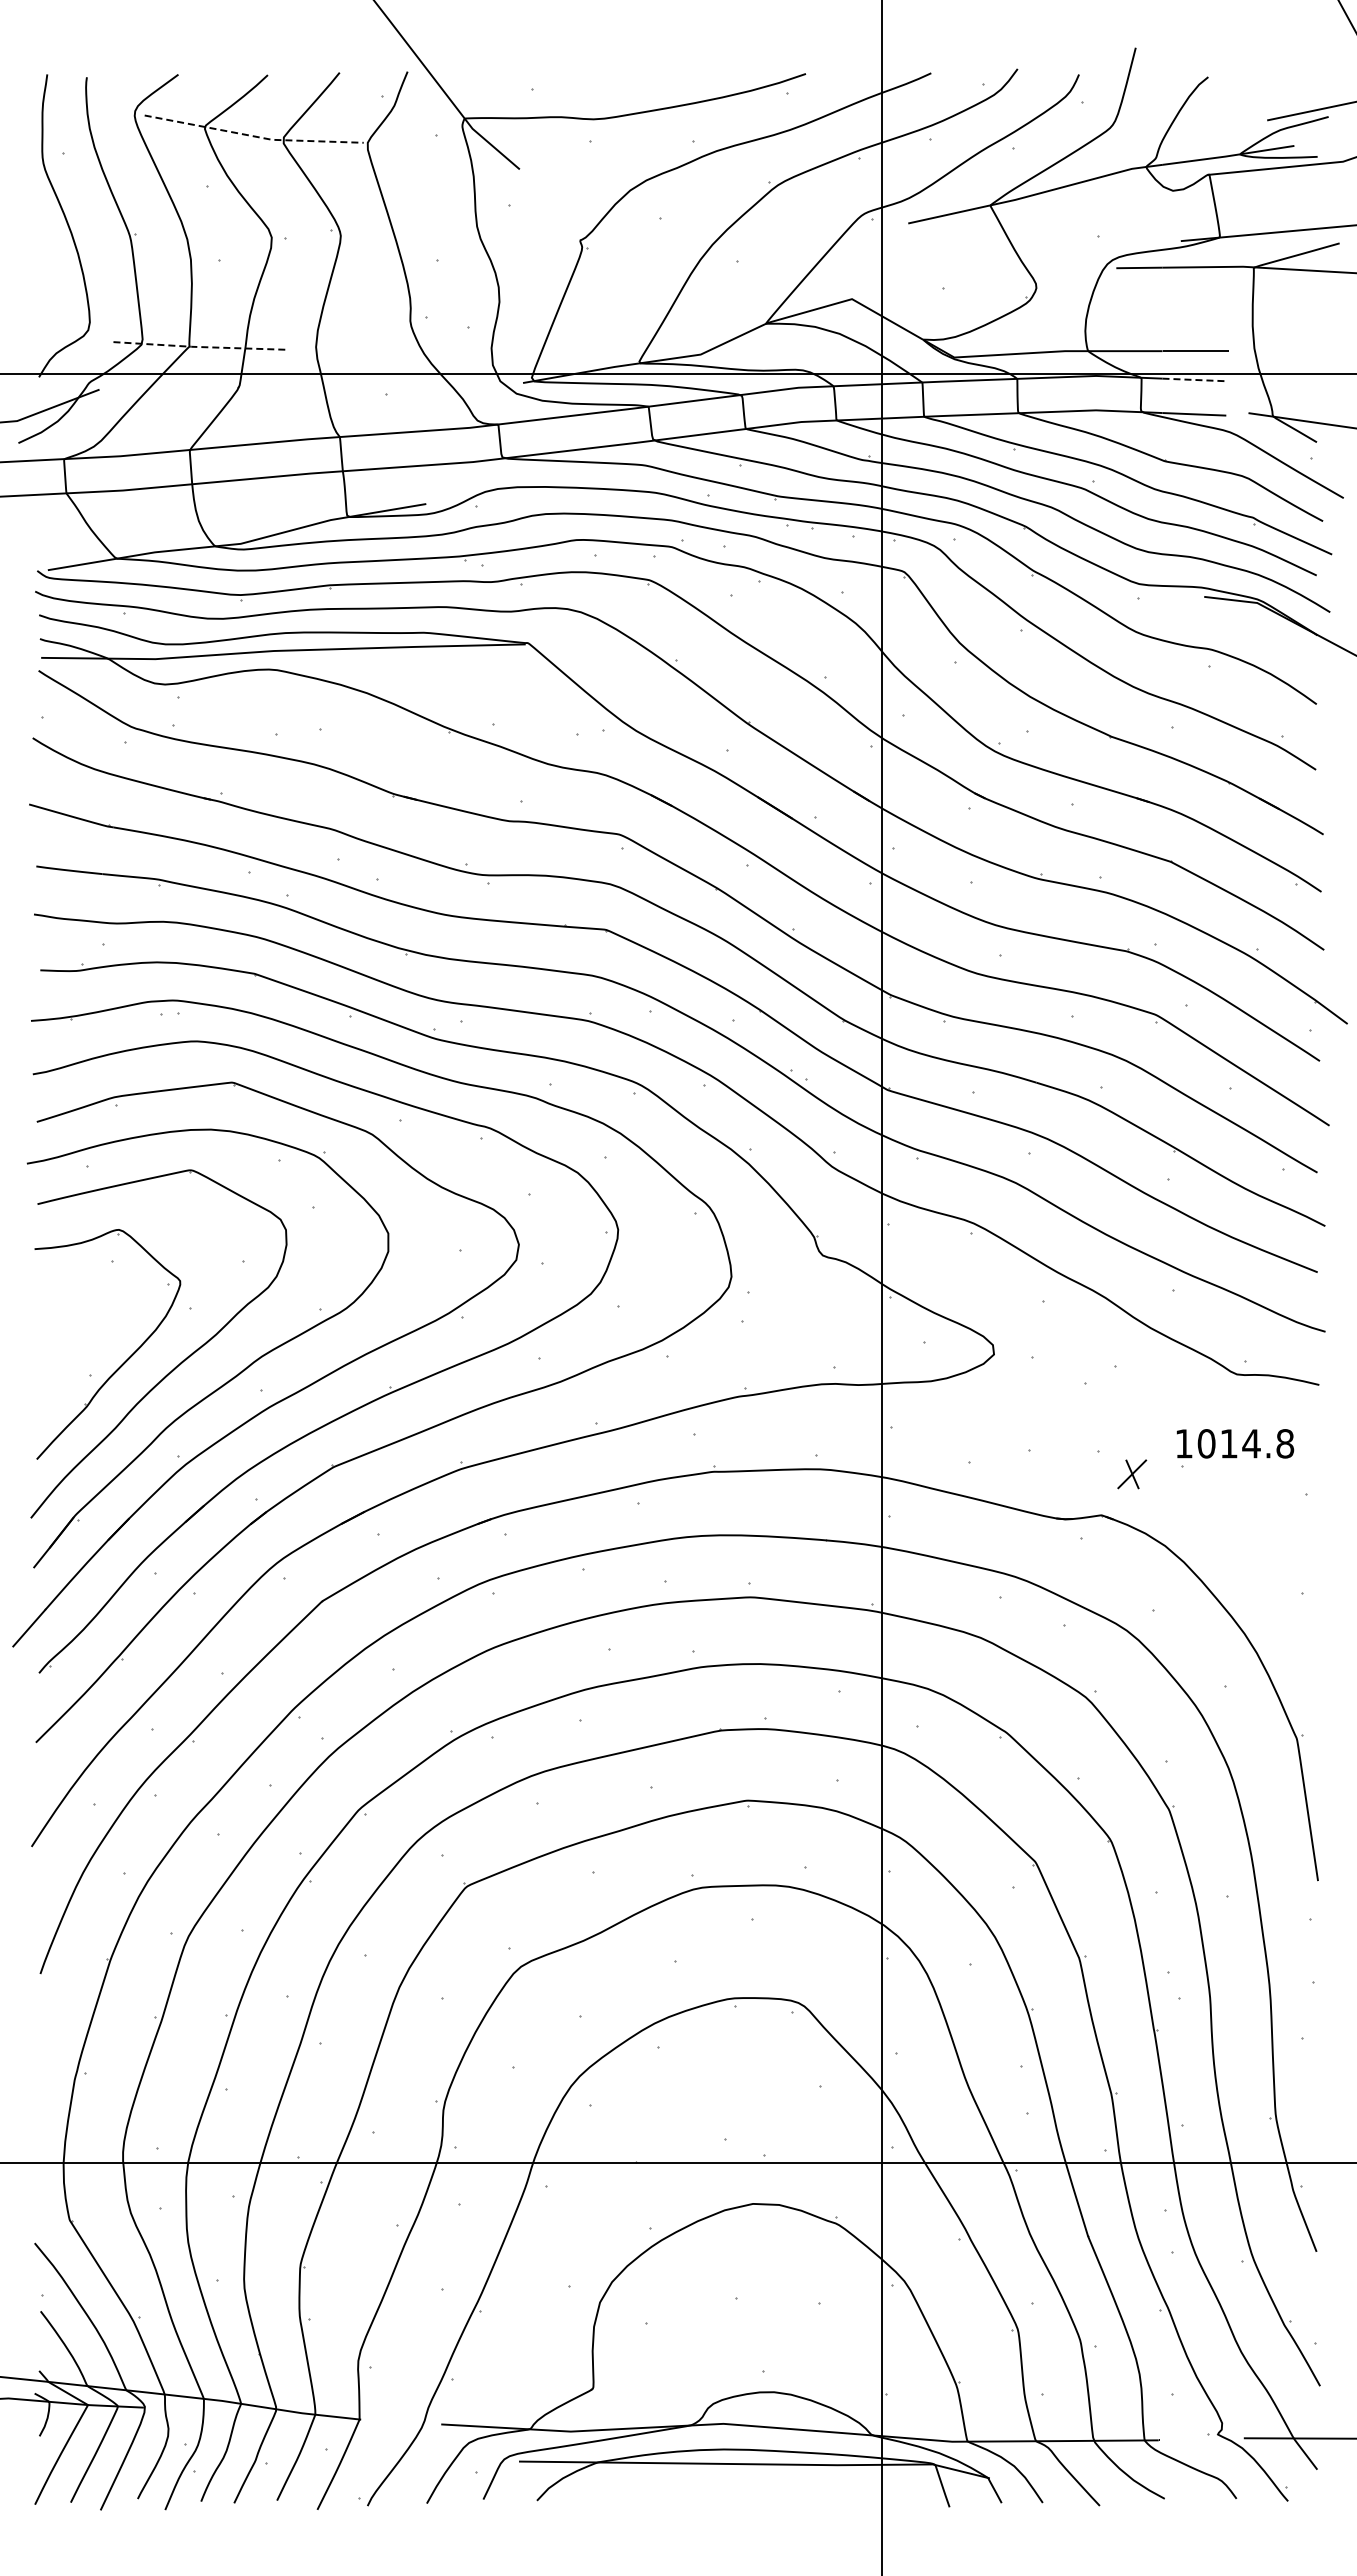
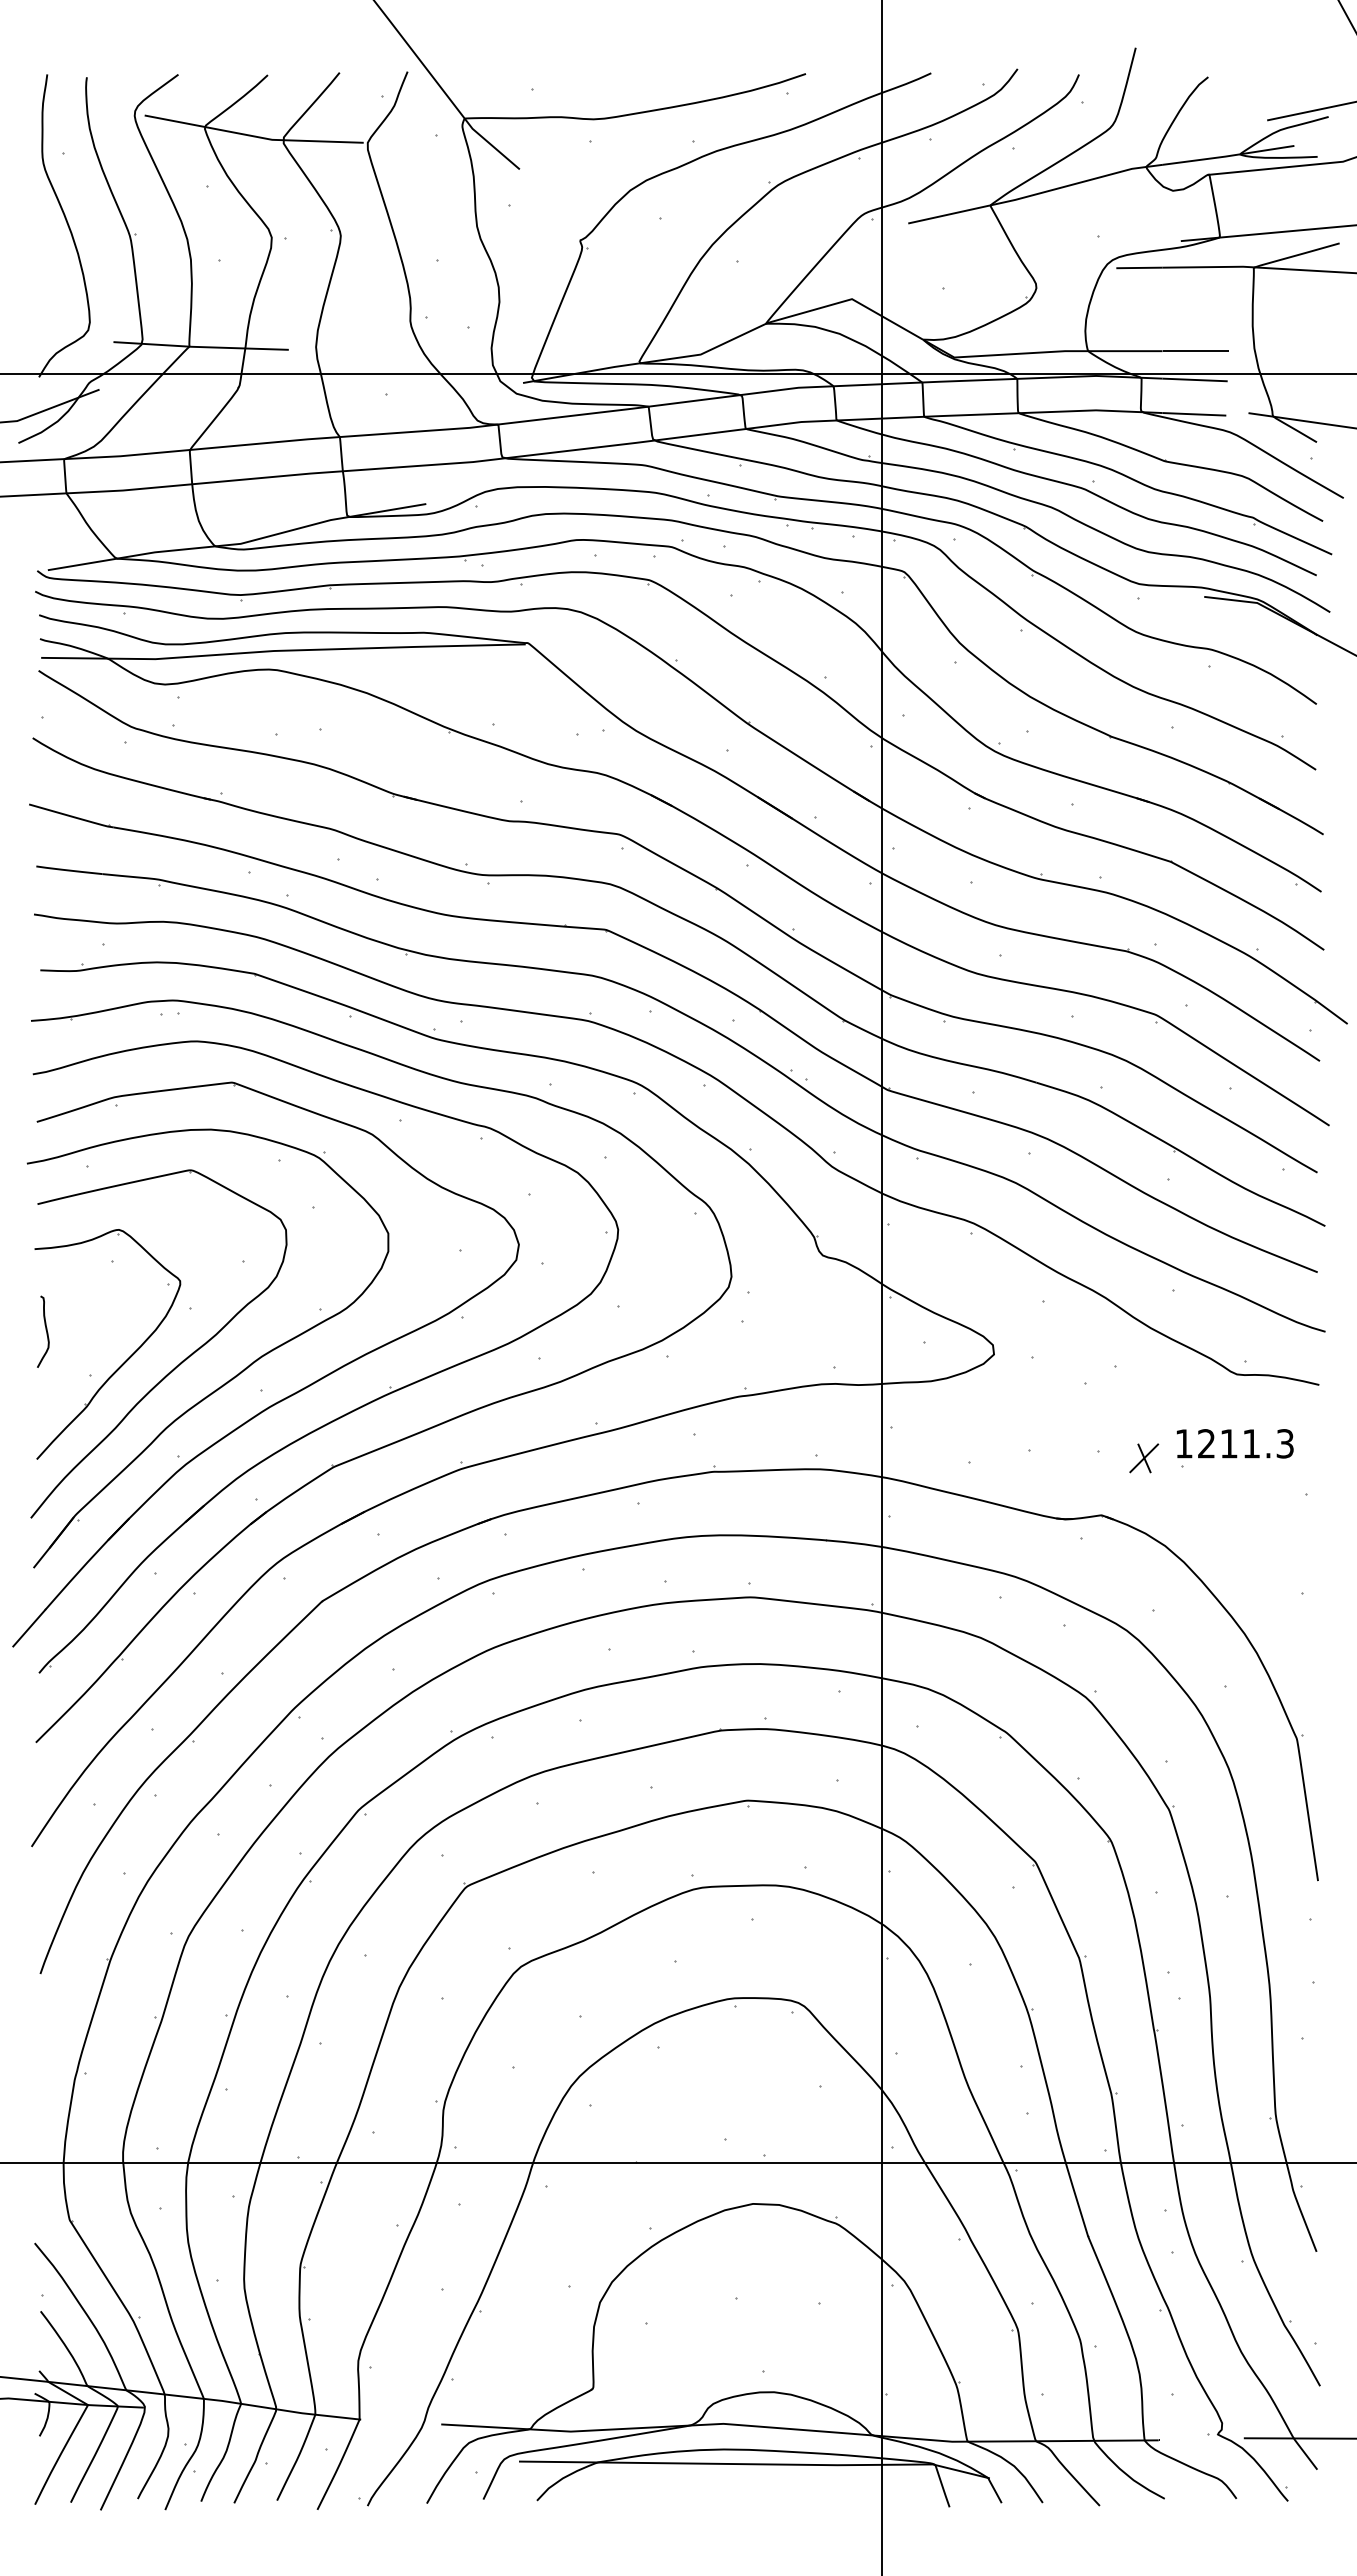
line at (254, 136): dashed -> solid
line at (200, 347): dashed -> solid
line at (1195, 379): dashed -> solid
curve at (45, 1330): none -> present
text at (1245, 1443): 1014.8 -> 1211.3
part at (1132, 1474) position: (1132, 1474) -> (1144, 1458)
